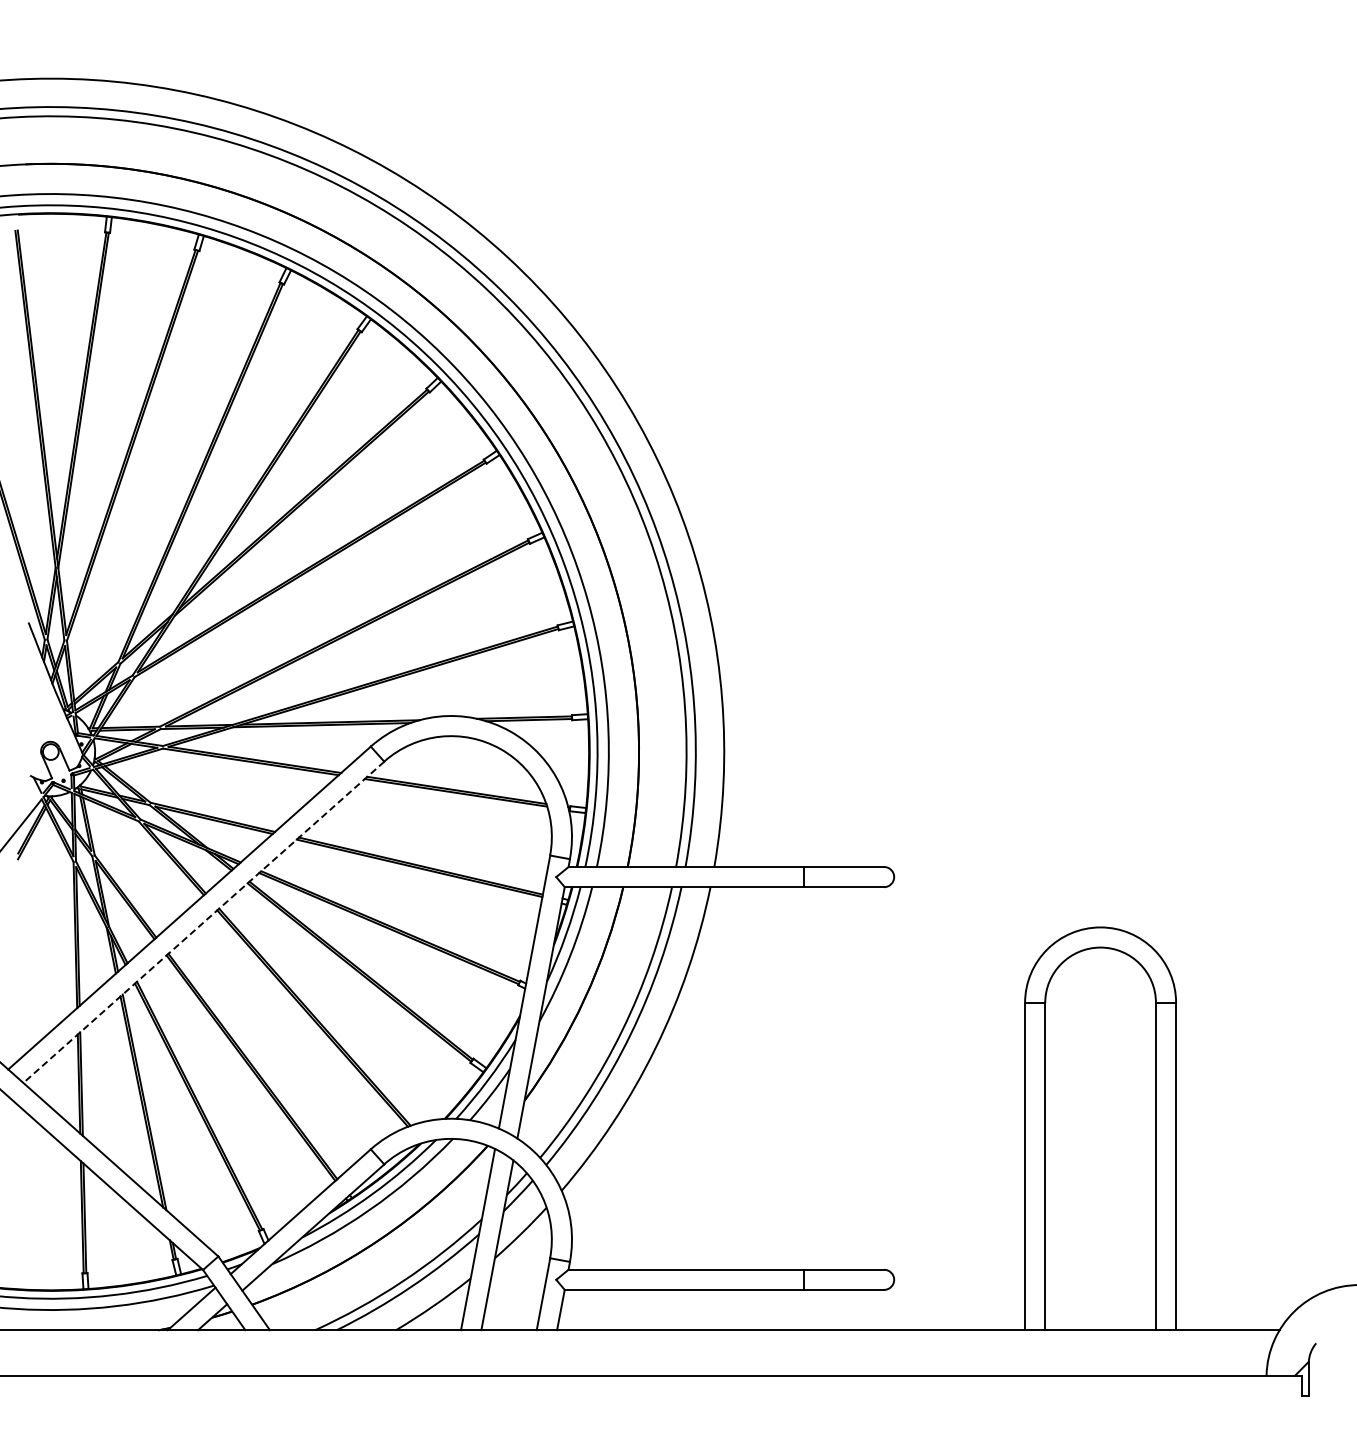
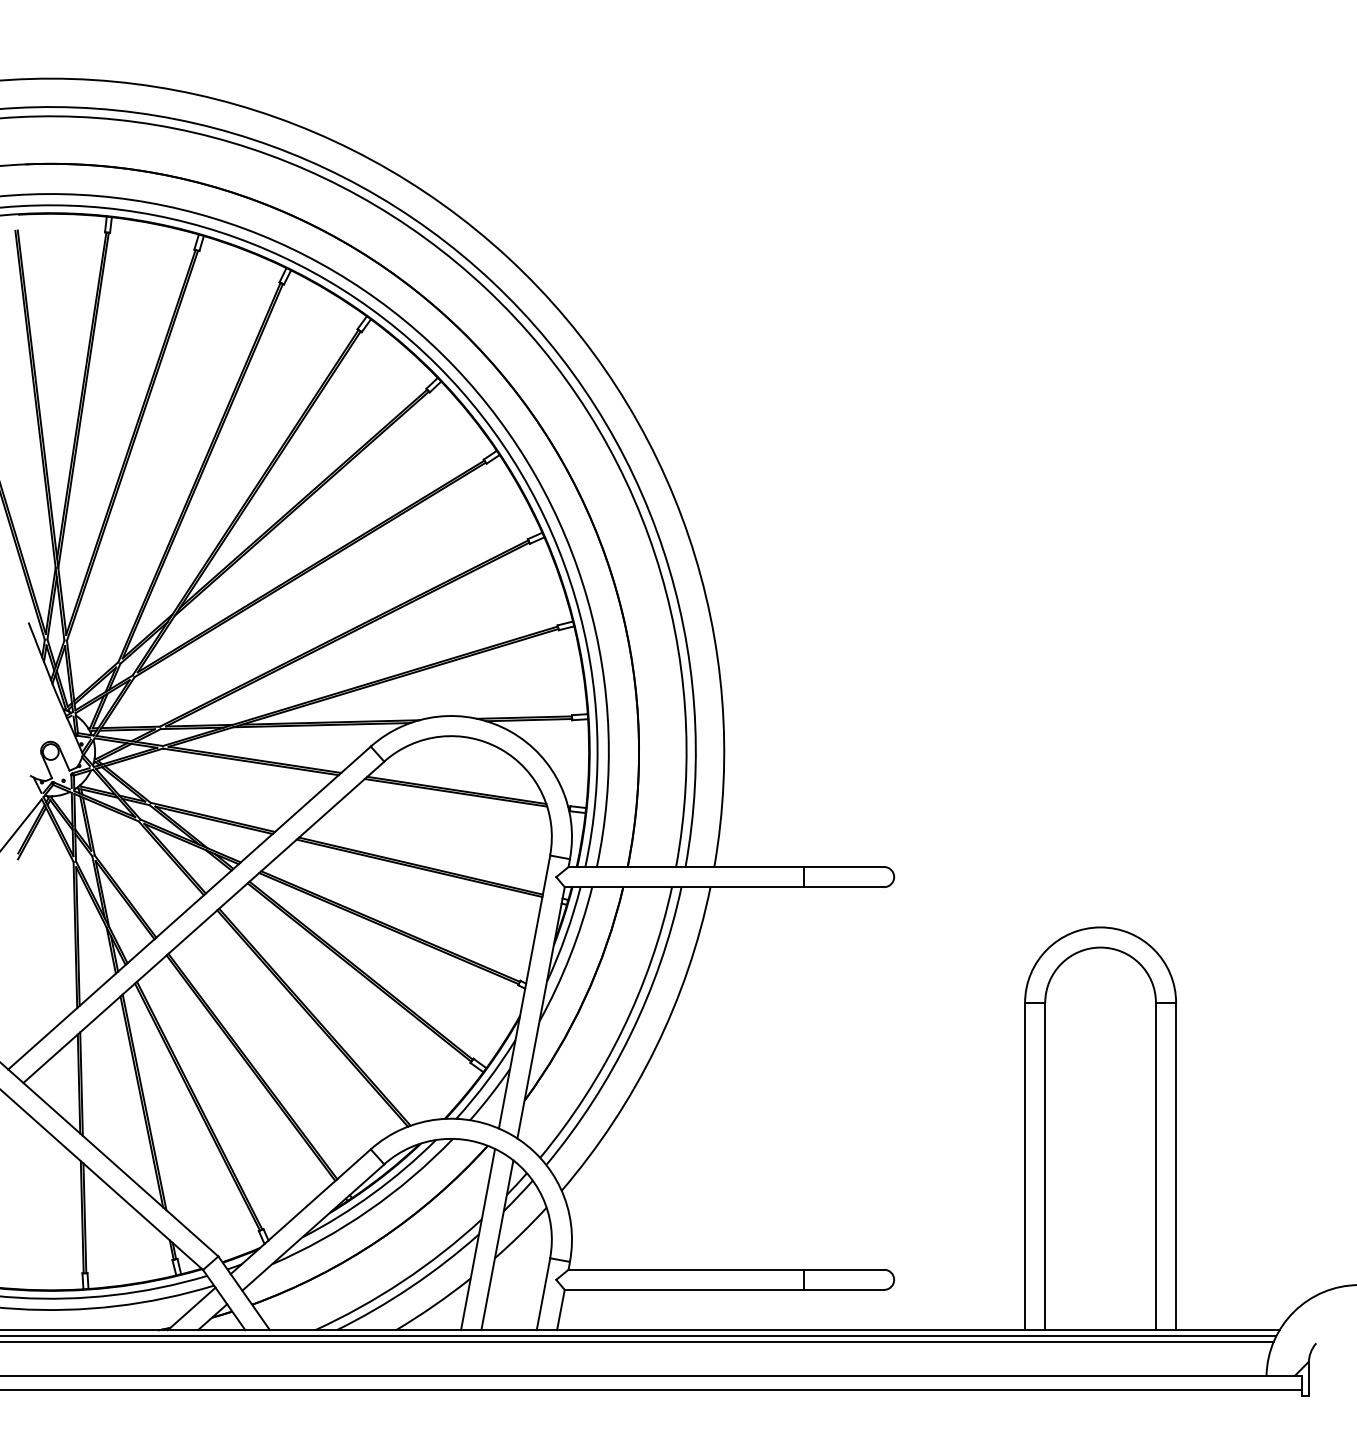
line at (203, 922): dashed -> solid
line at (639, 1336): none -> present
line at (637, 1342): none -> present
line at (651, 1389): none -> present
